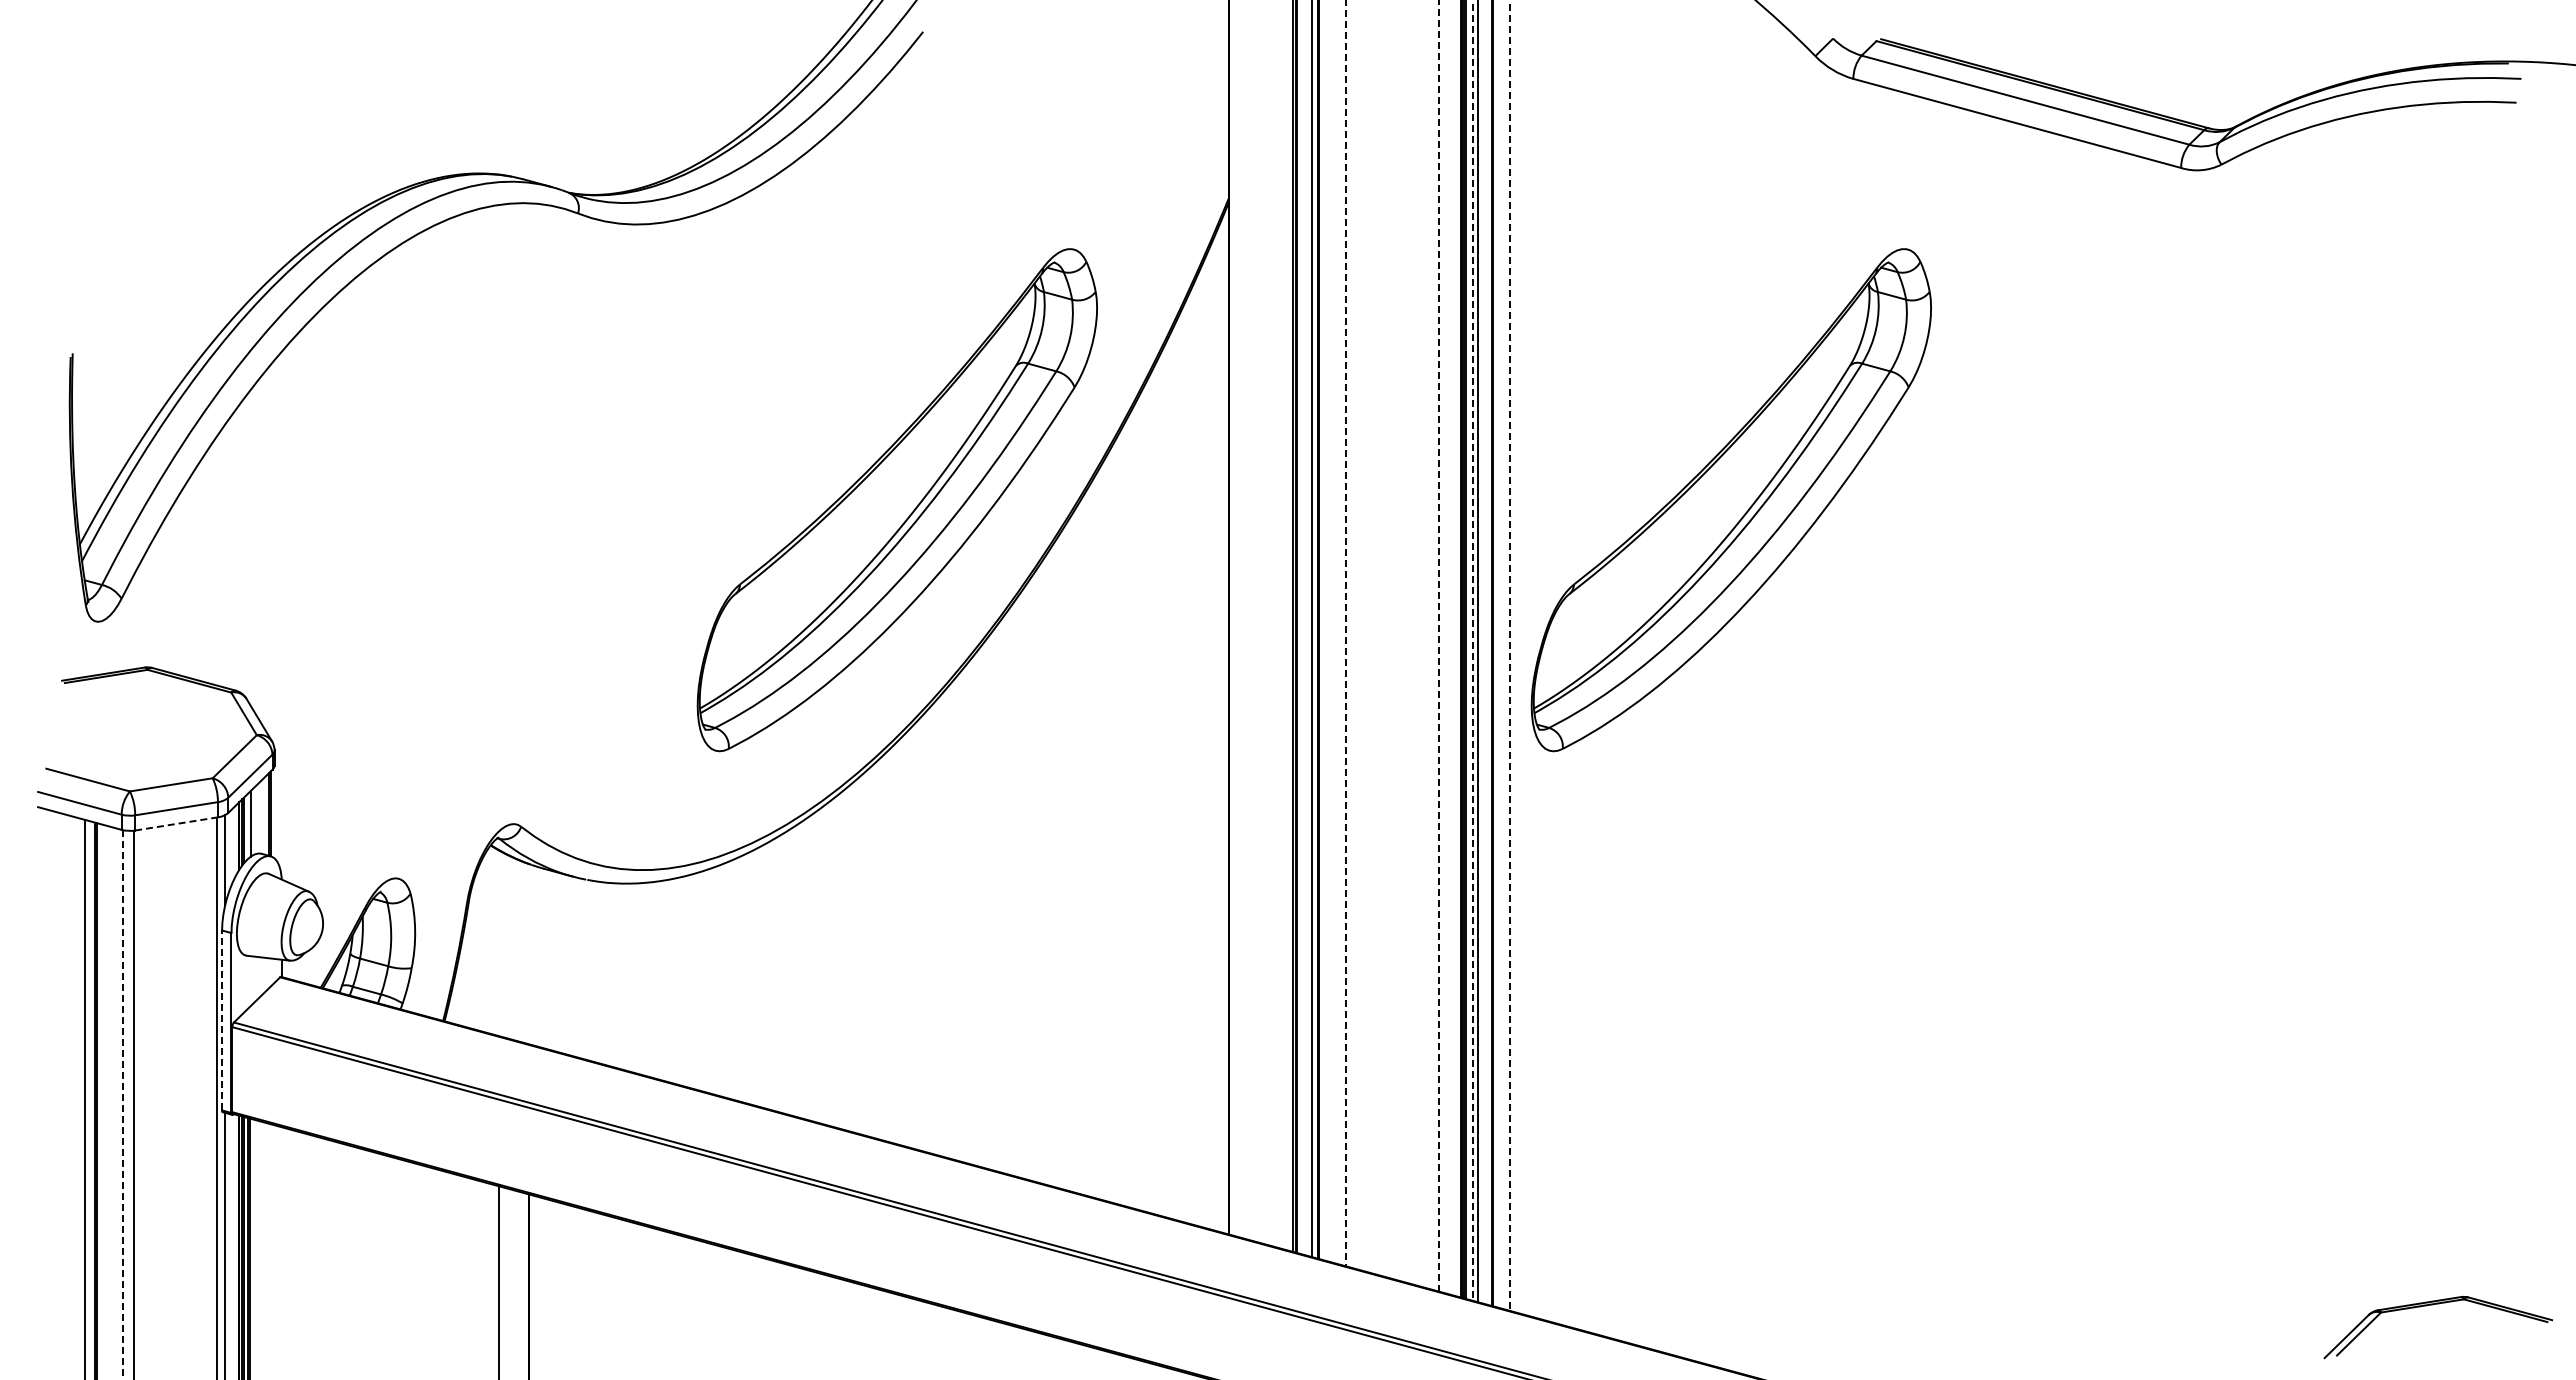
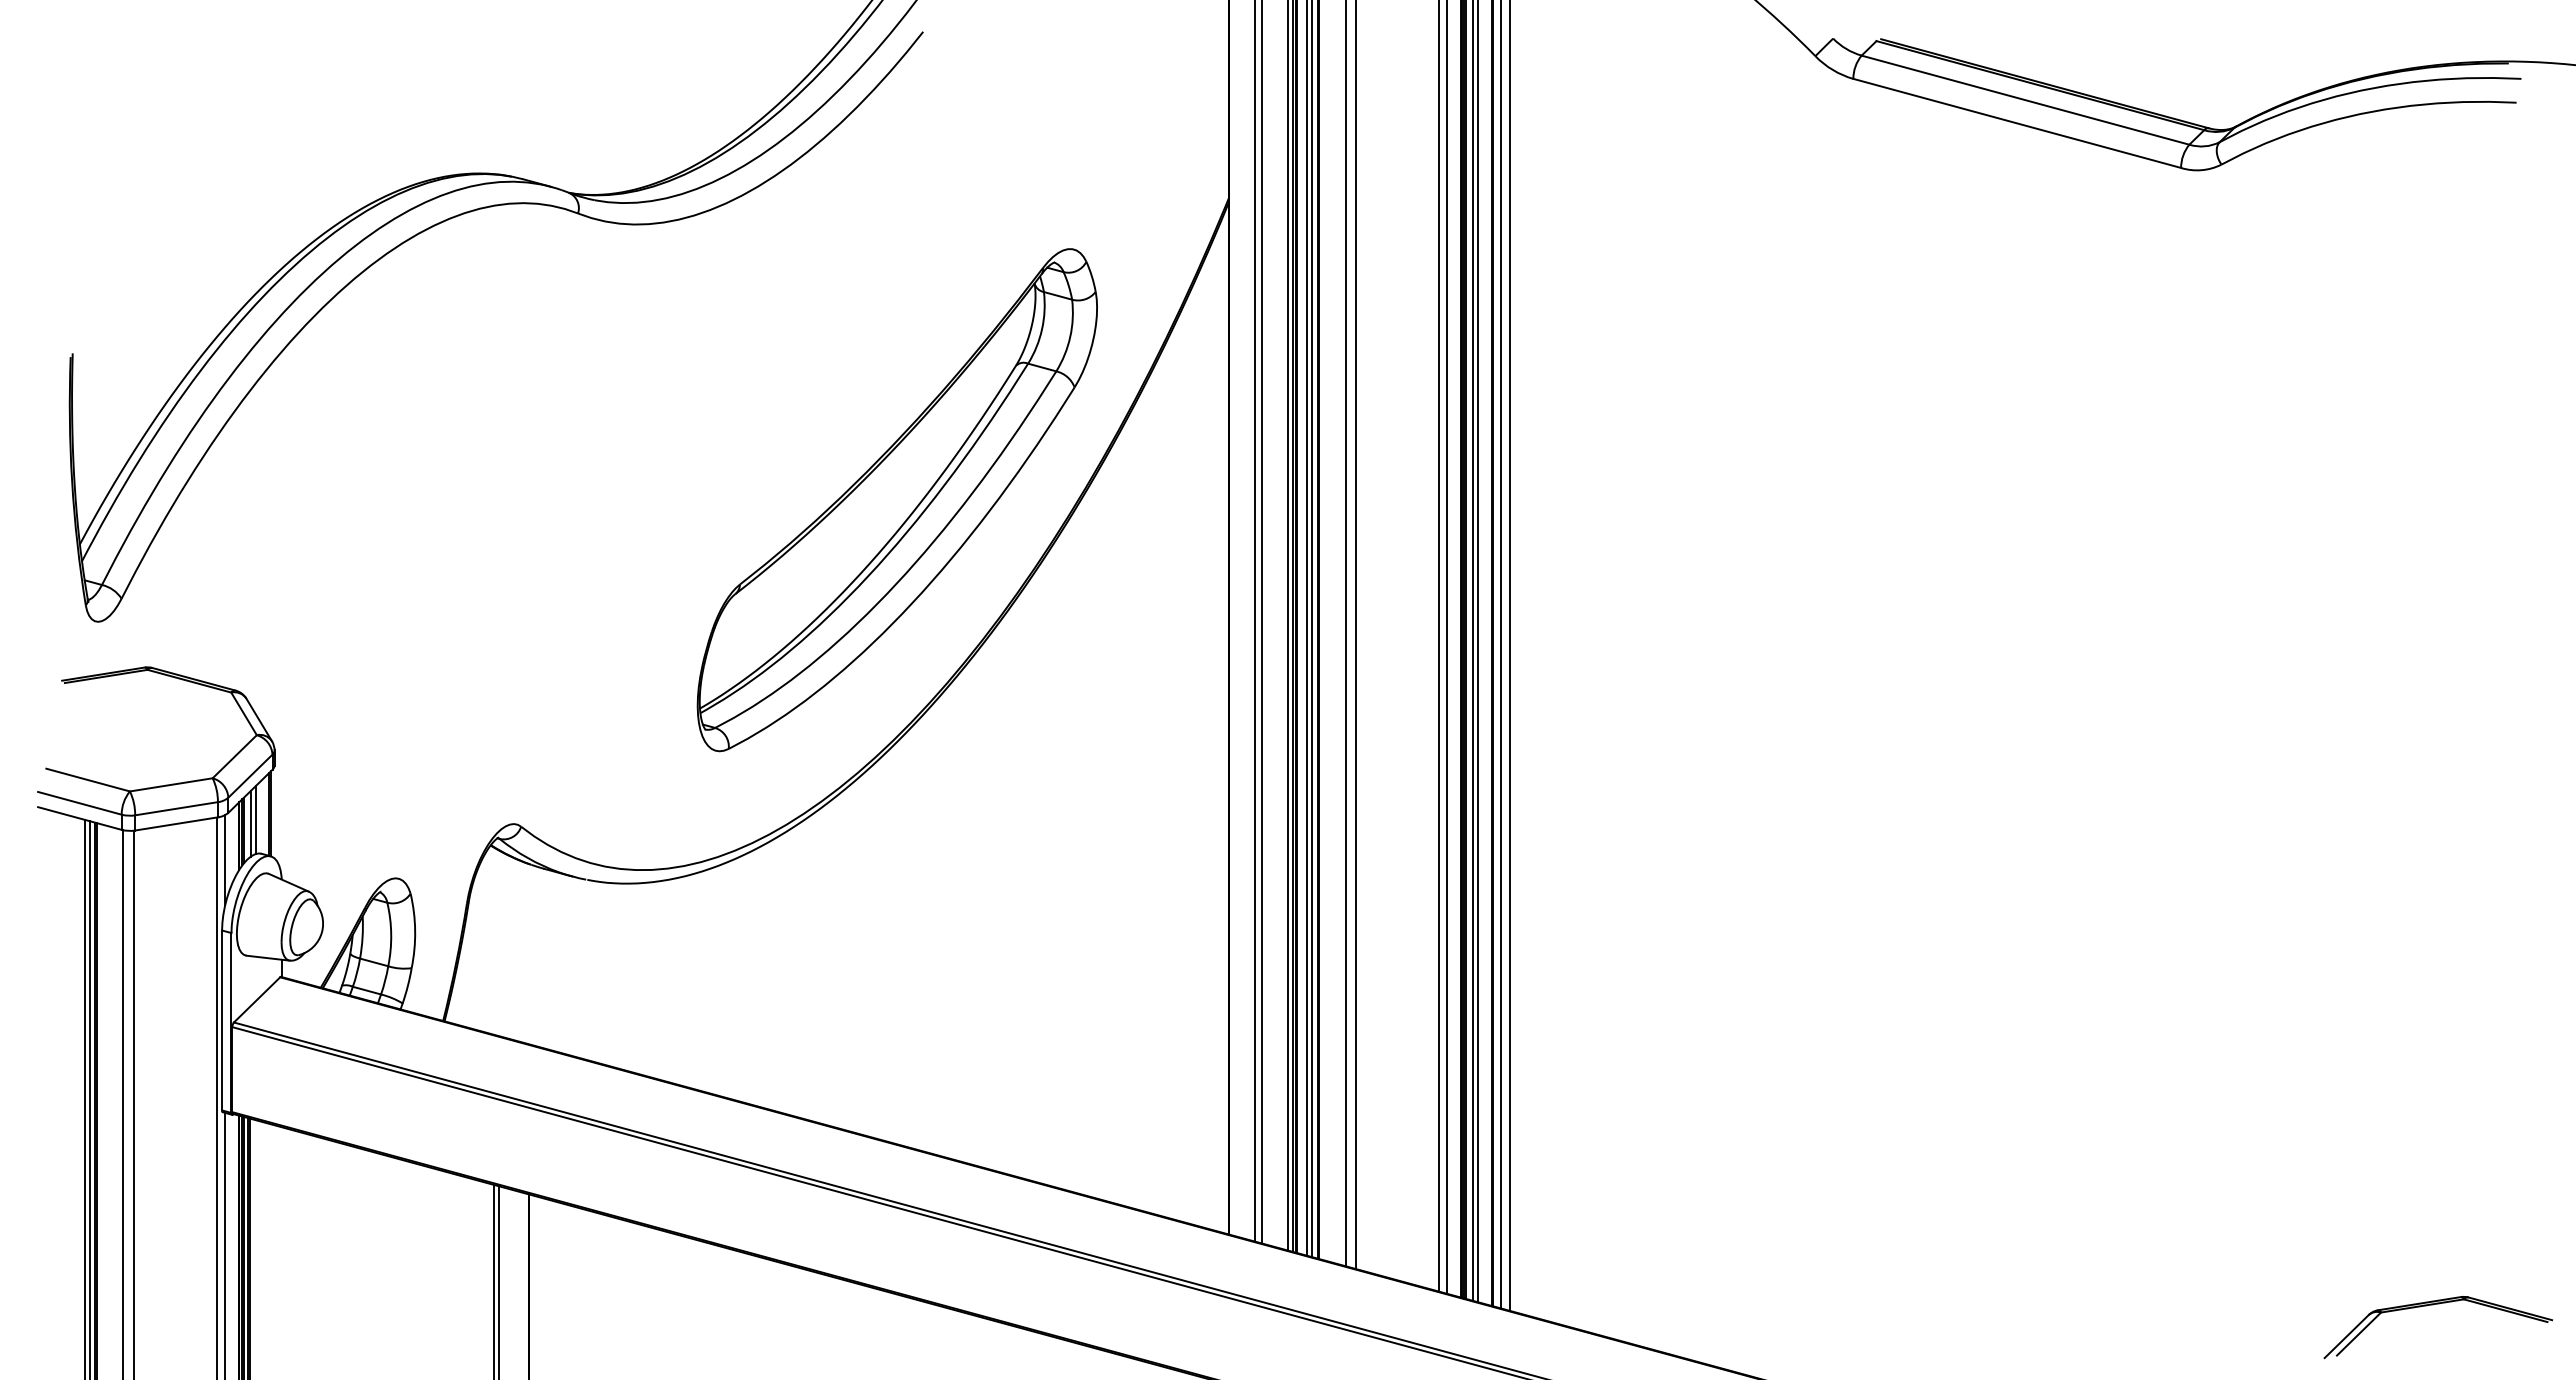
part at (1730, 500): present -> none
line at (1255, 621): none -> present
line at (1261, 622): none -> present
line at (1288, 626): none -> present
line at (1306, 628): none -> present
line at (1345, 633): dashed -> solid
line at (1356, 635): none -> present
line at (1439, 645): dashed -> solid
line at (1447, 647): none -> present
line at (1473, 650): dashed -> solid
line at (1500, 655): none -> present
line at (1510, 656): dashed -> solid
line at (255, 820): none -> present
line at (176, 823): dashed -> solid
line at (222, 1020): dashed -> solid
line at (90, 1098): none -> present
line at (123, 1104): dashed -> solid
line at (494, 1280): none -> present
